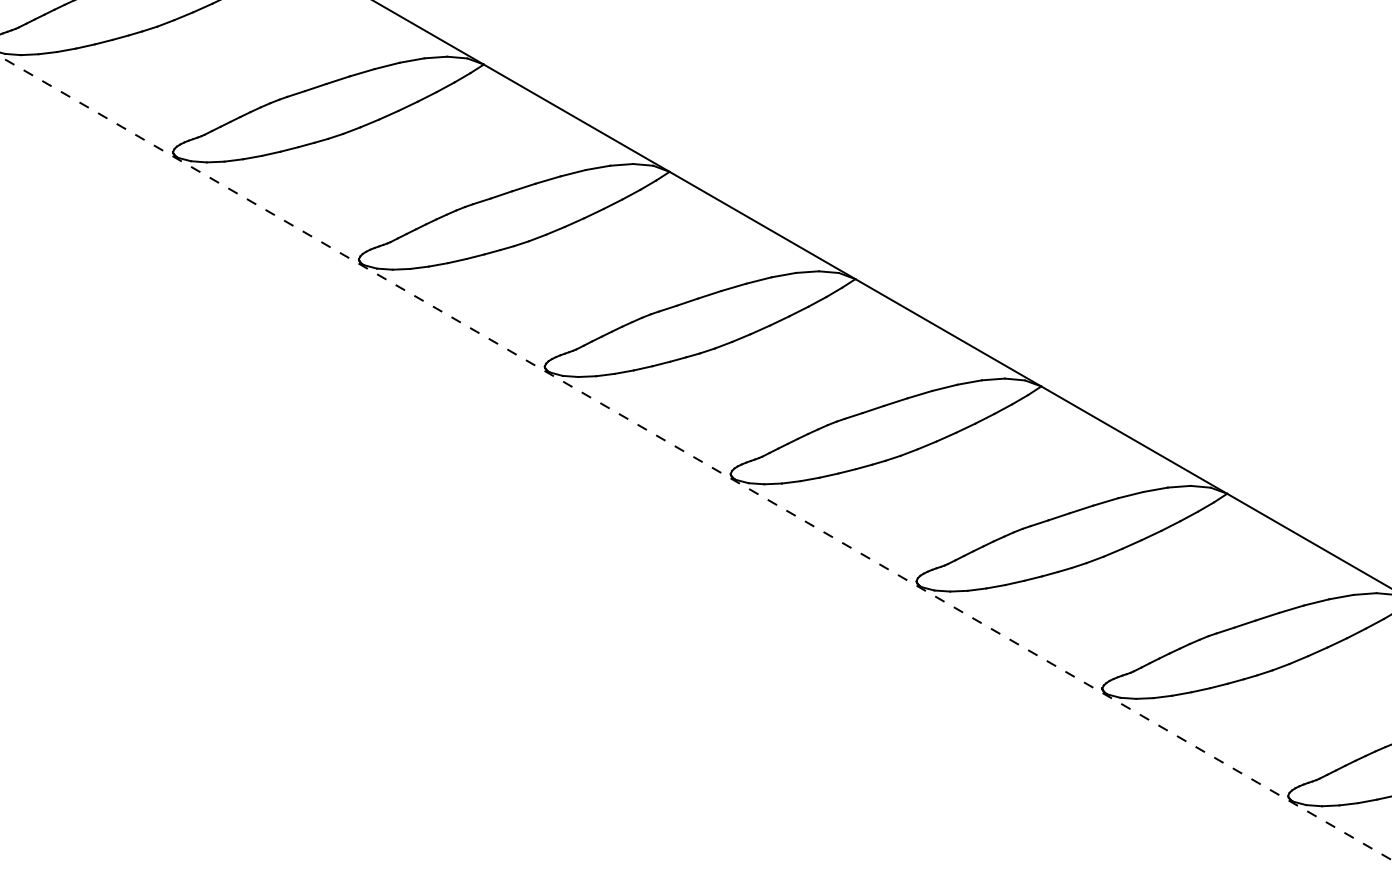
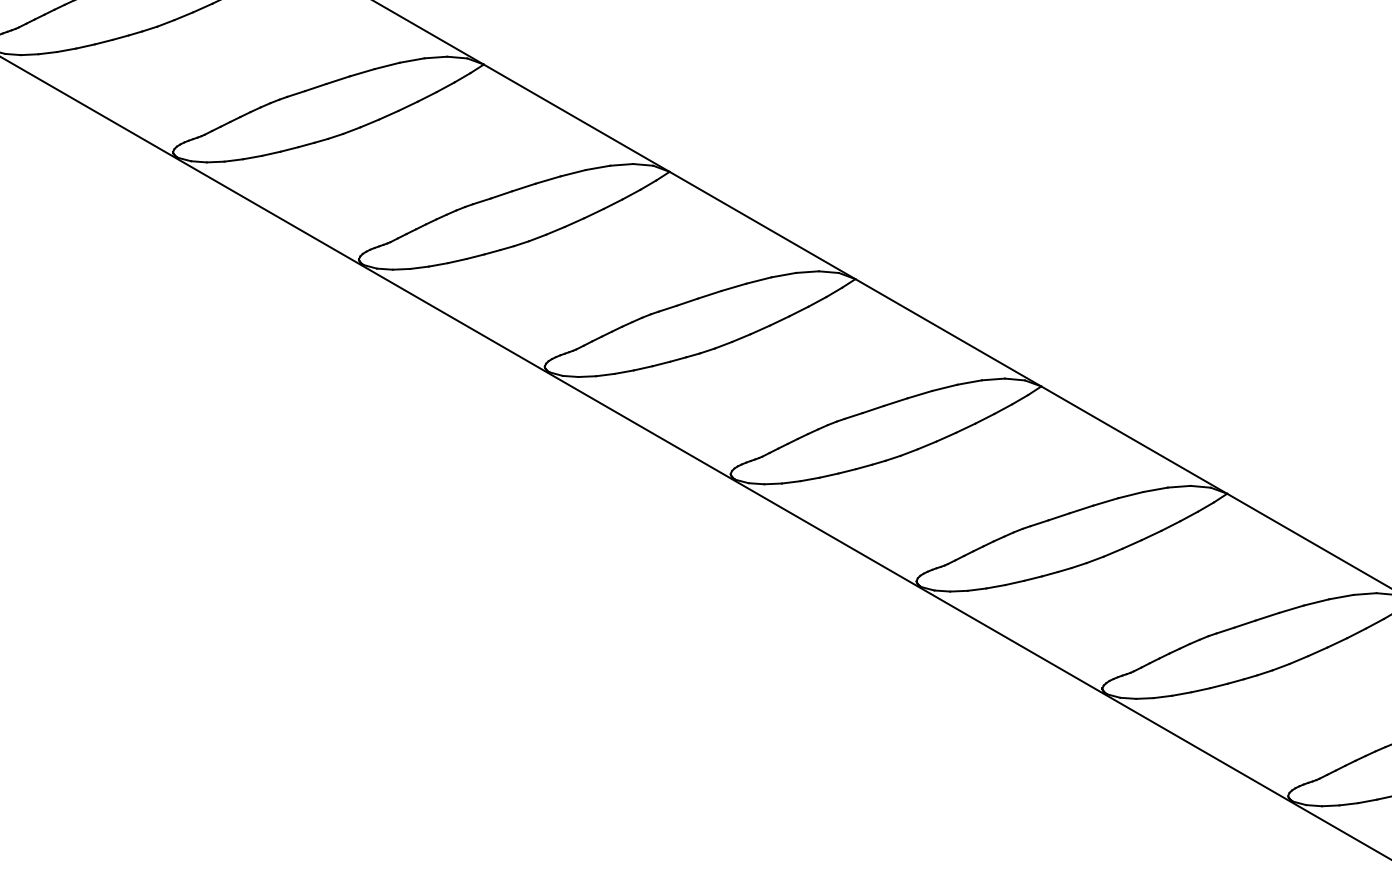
line at (695, 458): dashed -> solid
